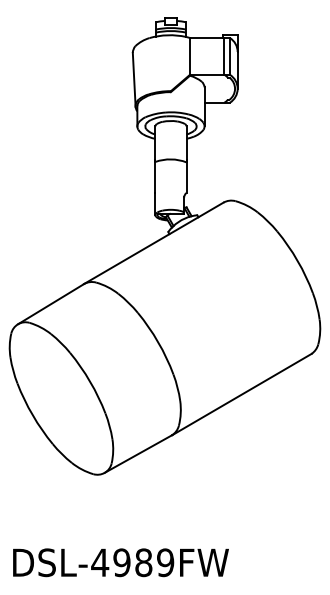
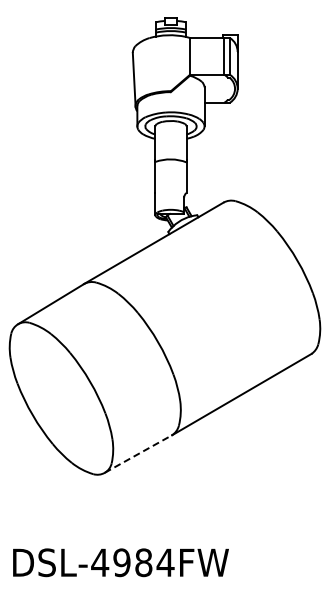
line at (138, 454): solid -> dashed
text at (165, 562): DSL-4989FW -> DSL-4984FW
